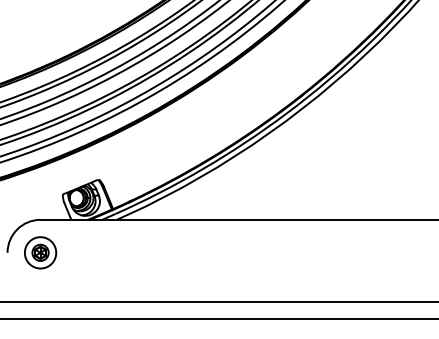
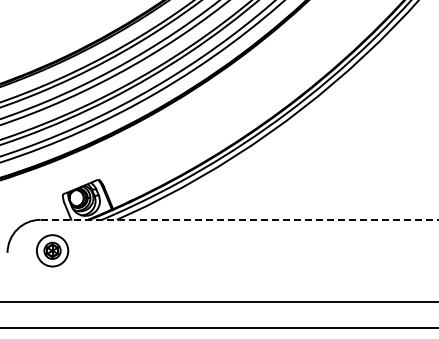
line at (239, 219): solid -> dashed
part at (40, 252) position: (40, 252) -> (52, 250)
line at (218, 318) position: (218, 318) -> (218, 327)
